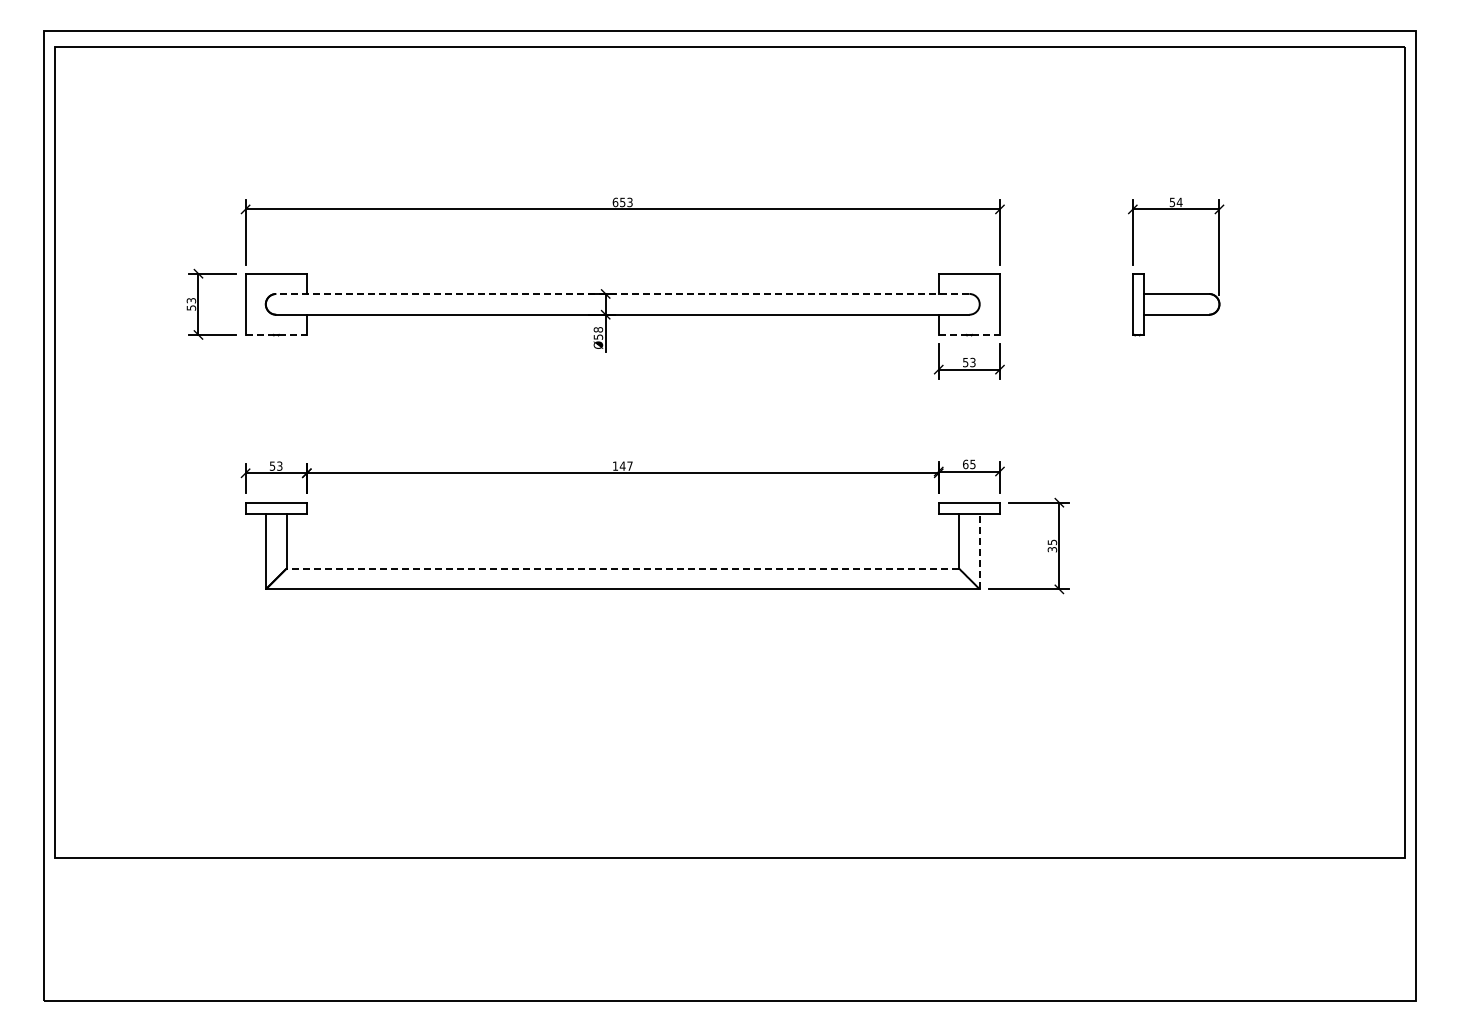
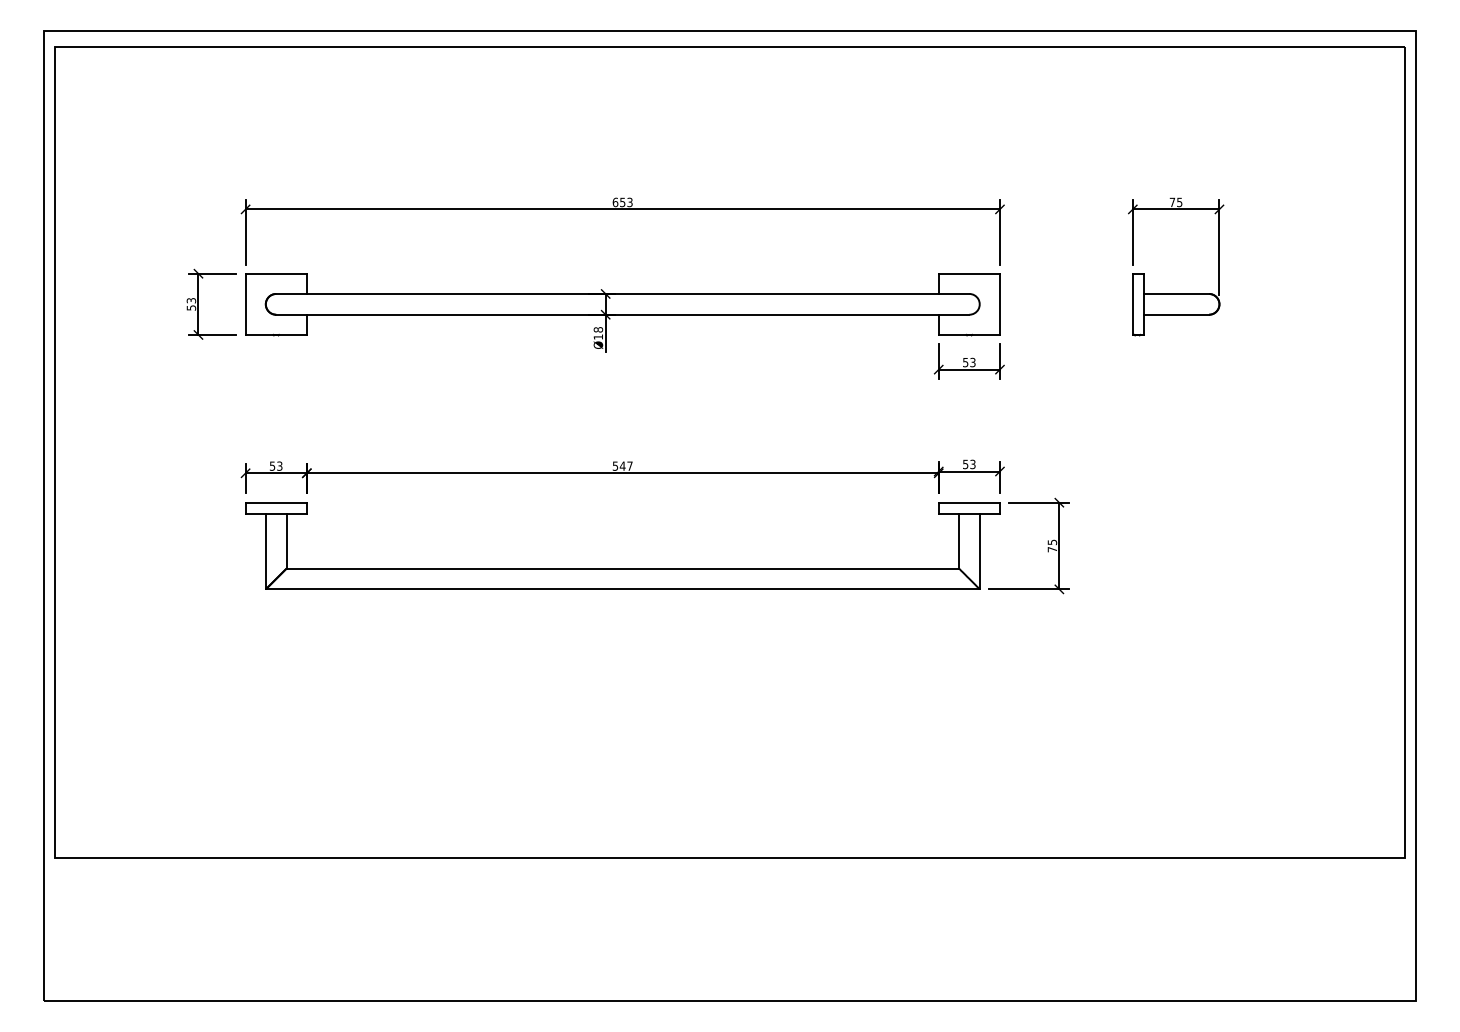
text at (1175, 202): 54 -> 75
line at (622, 293): dashed -> solid
line at (276, 334): dashed -> solid
line at (969, 334): dashed -> solid
text at (598, 336): Ø58 -> Ø18
text at (969, 464): 65 -> 53
text at (615, 465): 147 -> 547
text at (1052, 549): 35 -> 75
line at (979, 551): dashed -> solid
line at (622, 568): dashed -> solid
